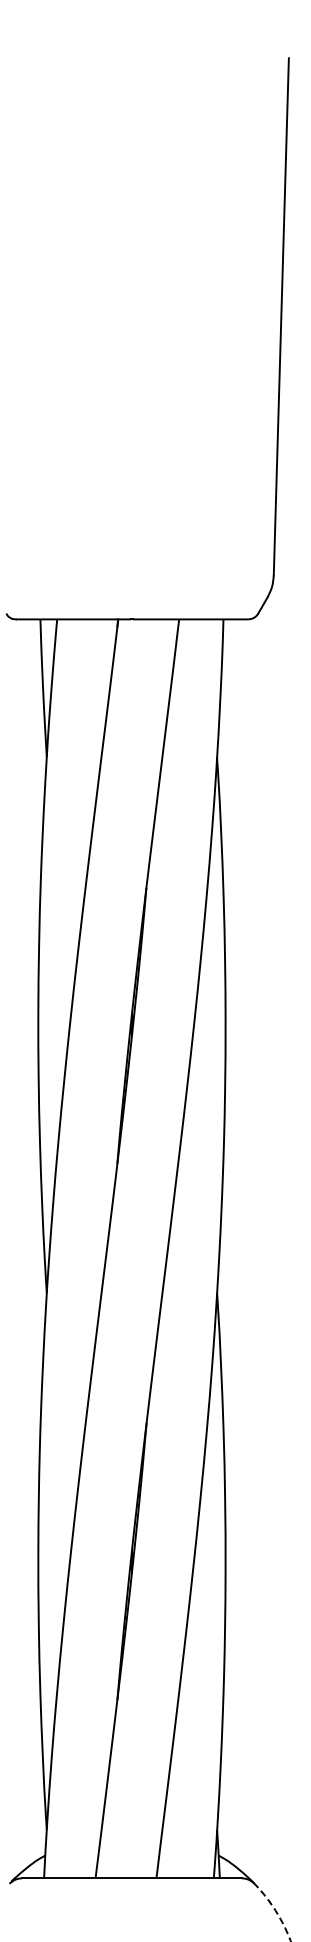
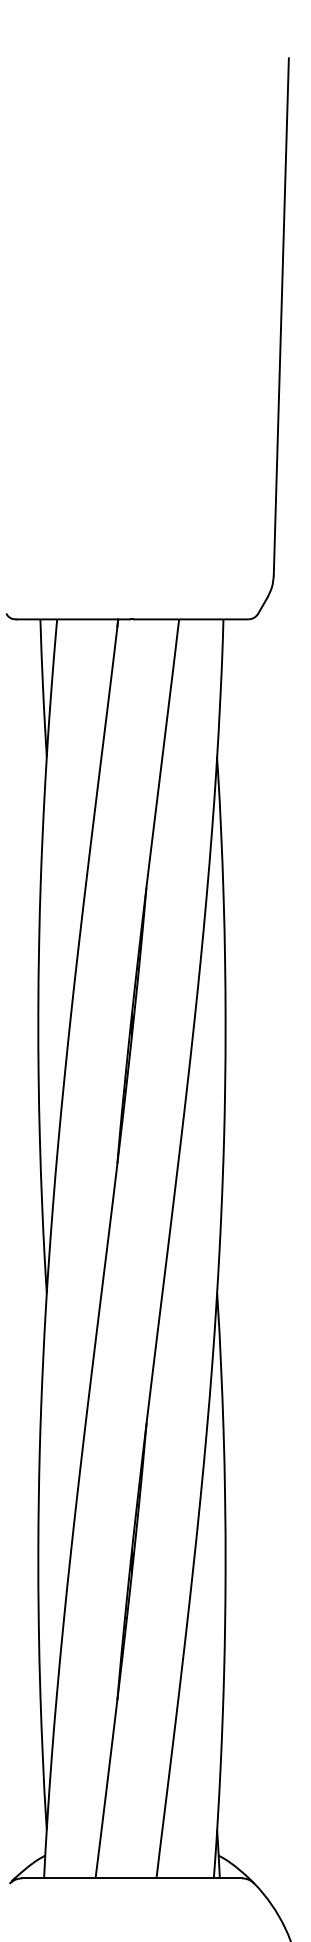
arc at (275, 1911): dashed -> solid
